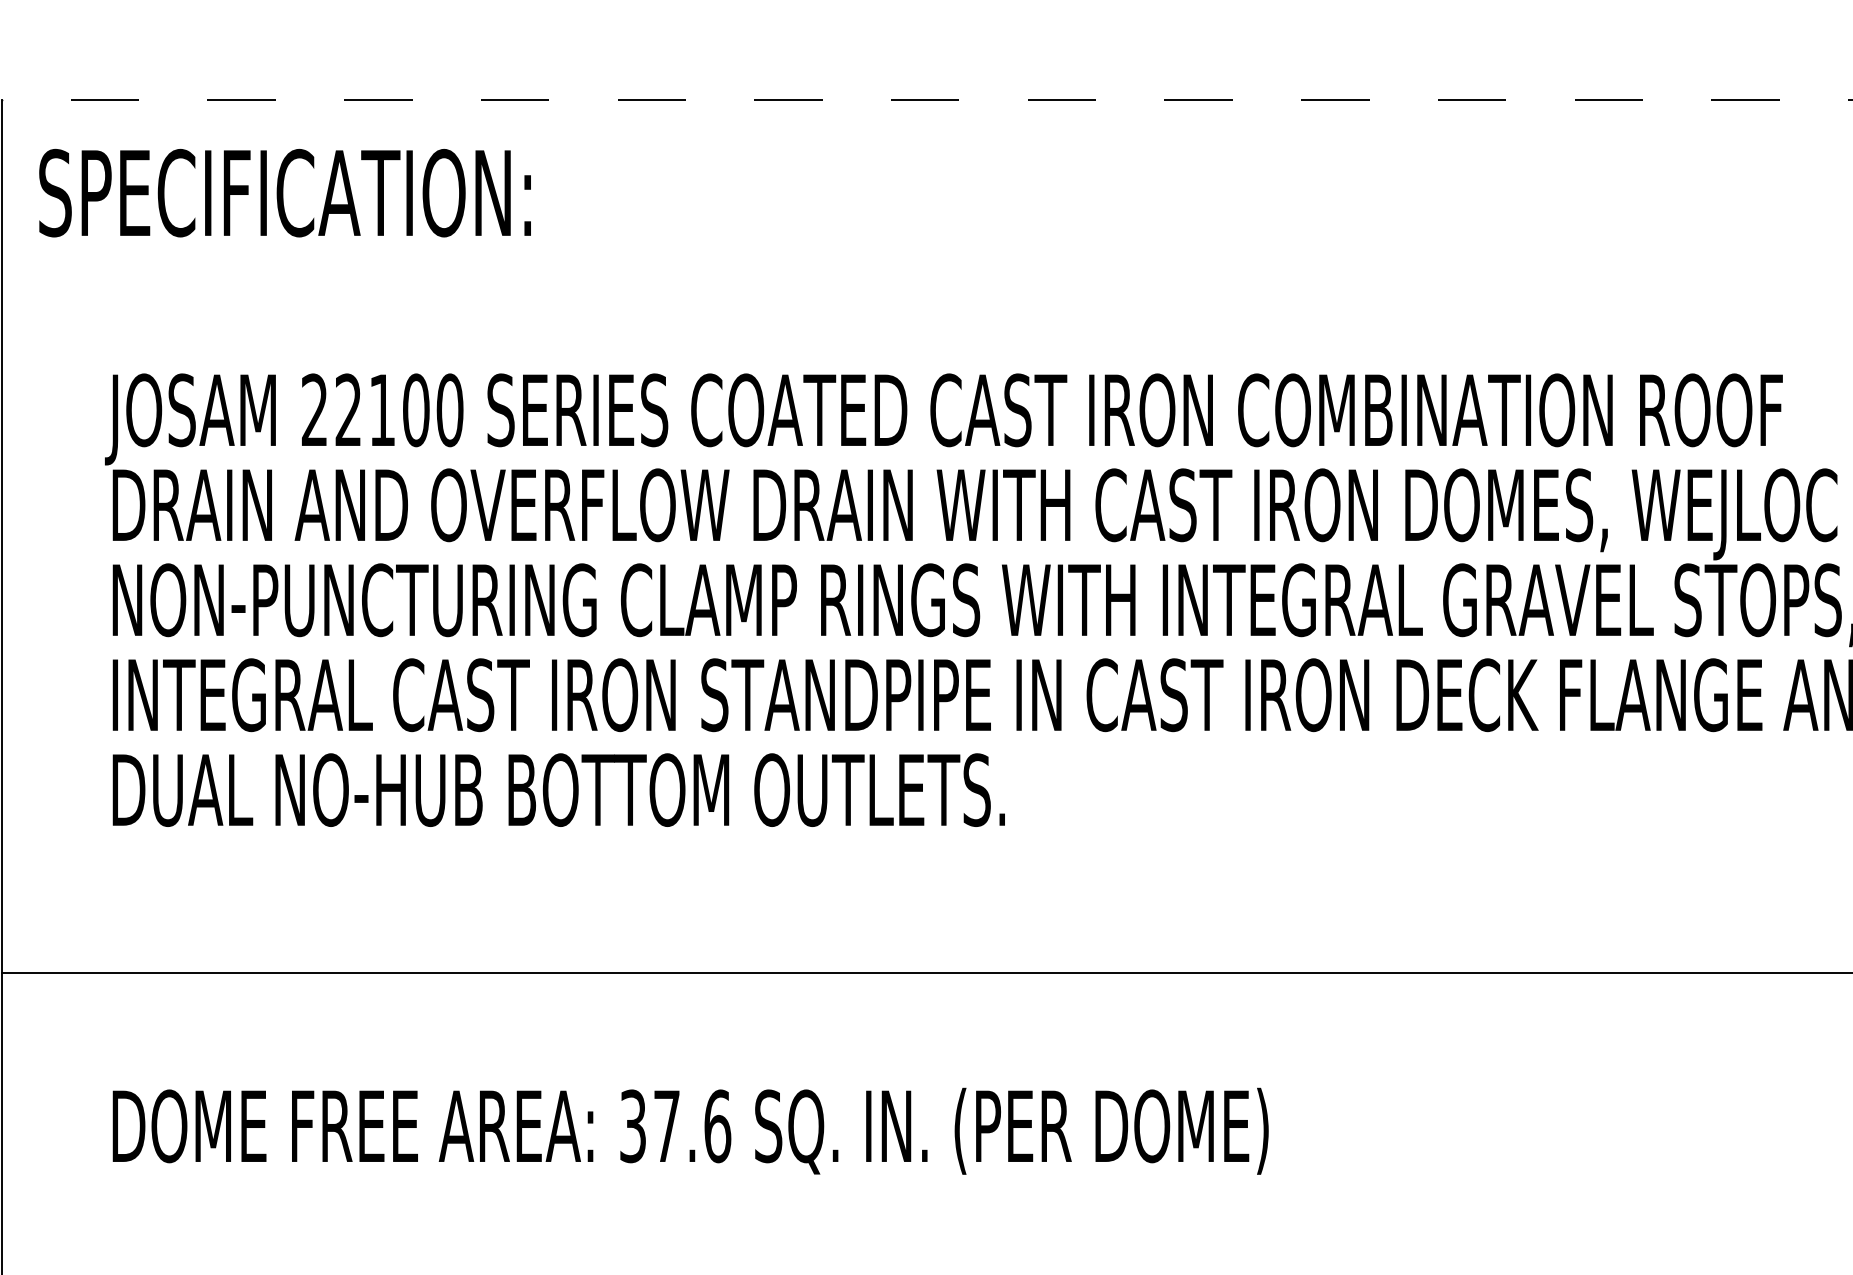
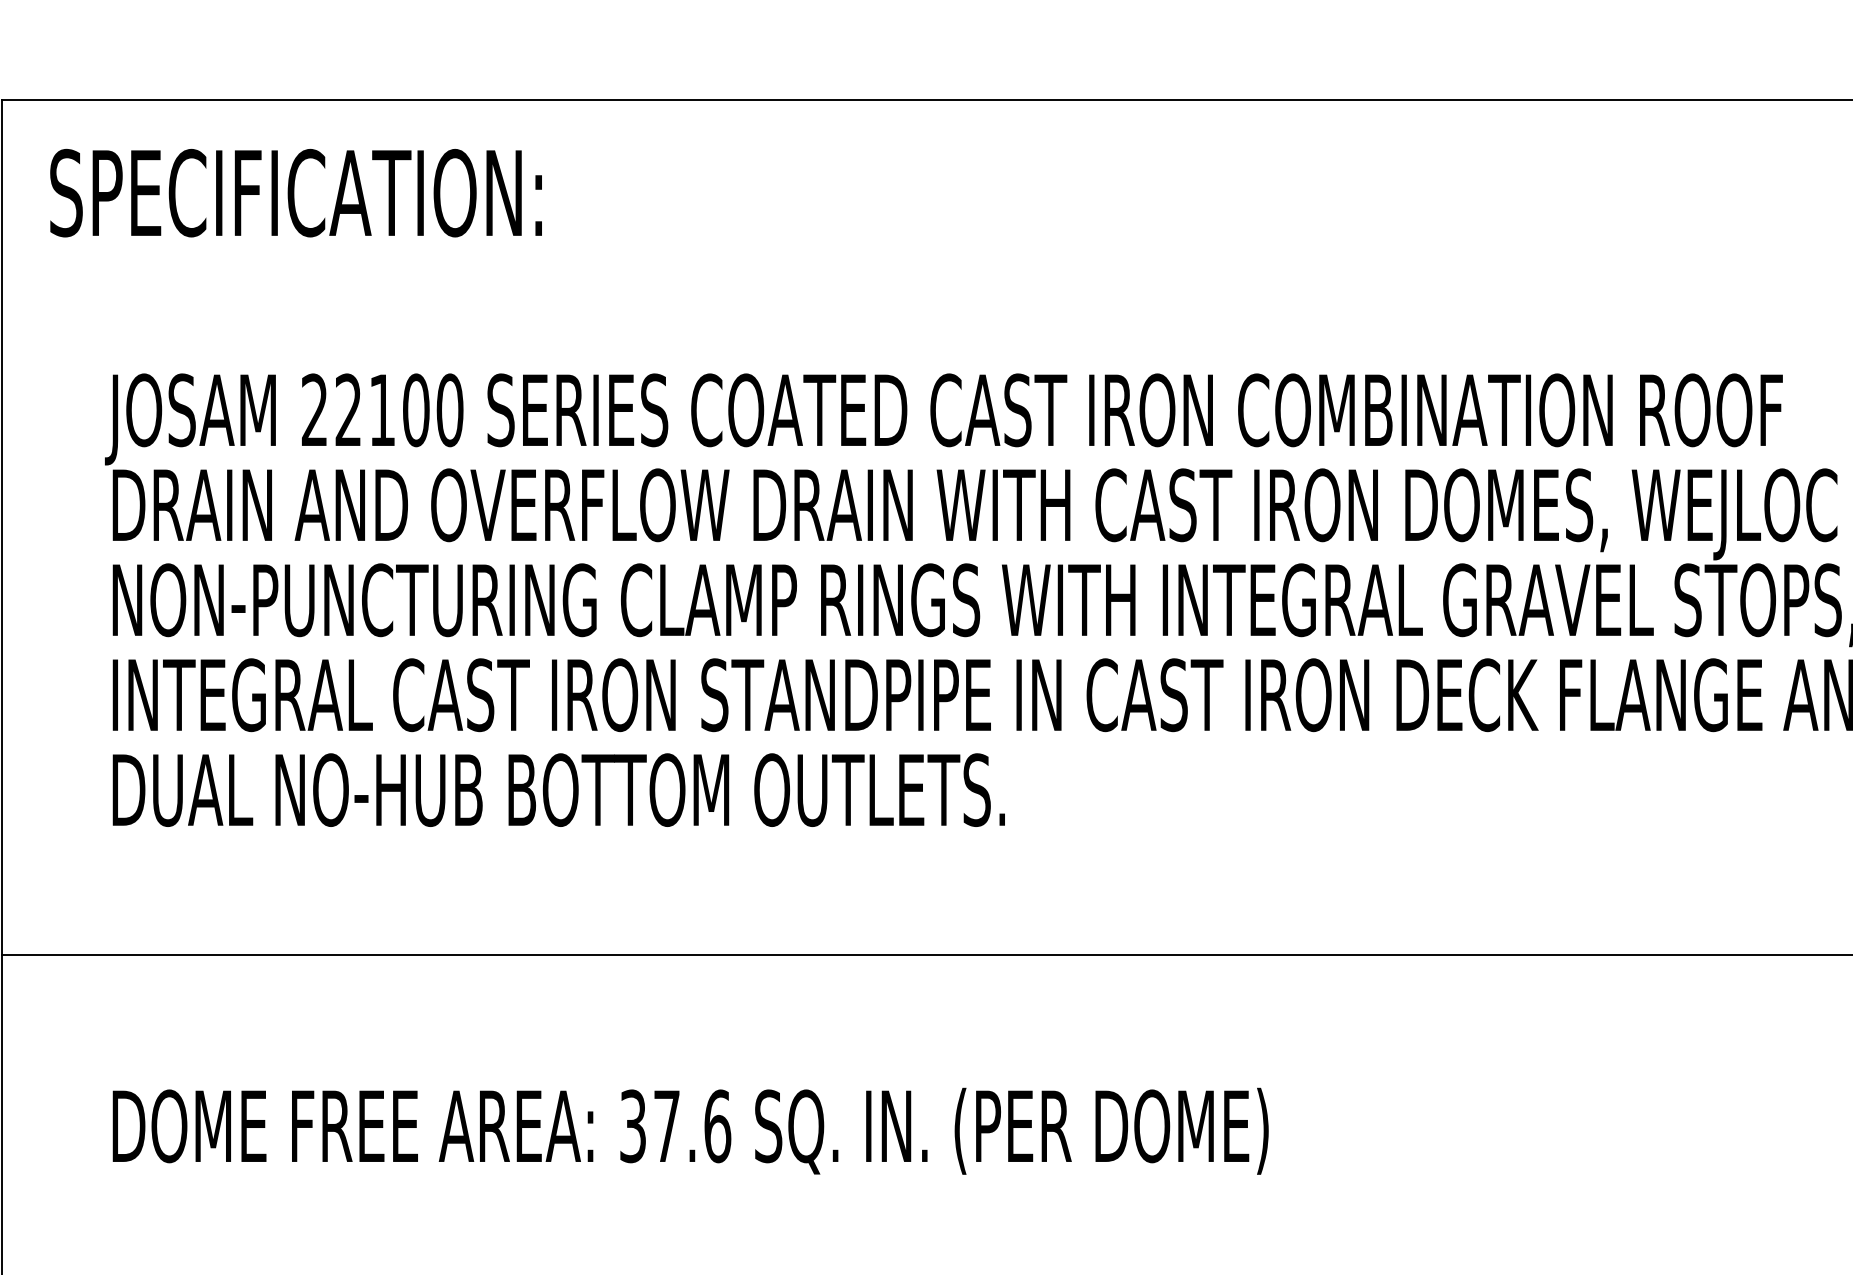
line at (927, 100): dashed -> solid
text at (284, 192) position: (284, 192) -> (295, 192)
line at (925, 972) position: (925, 972) -> (925, 954)
